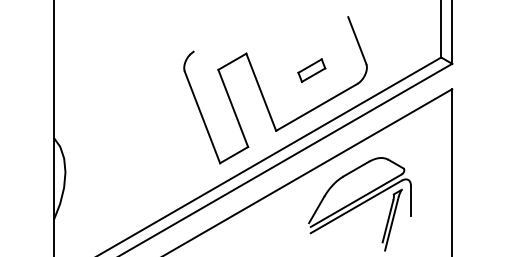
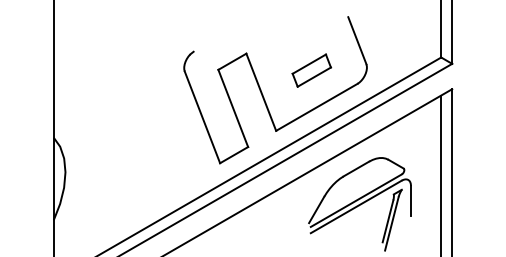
part at (311, 70) size: 30x25 px -> 42x35 px
line at (441, 174): none -> present
